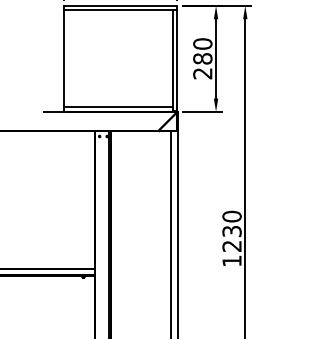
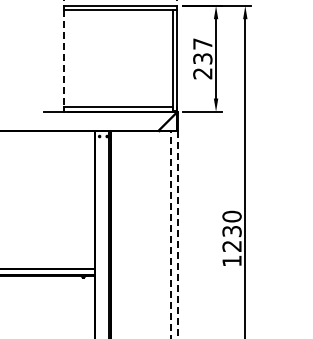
text at (202, 51): 280 -> 237
line at (63, 58): solid -> dashed
line at (170, 234): solid -> dashed
line at (177, 234): solid -> dashed
